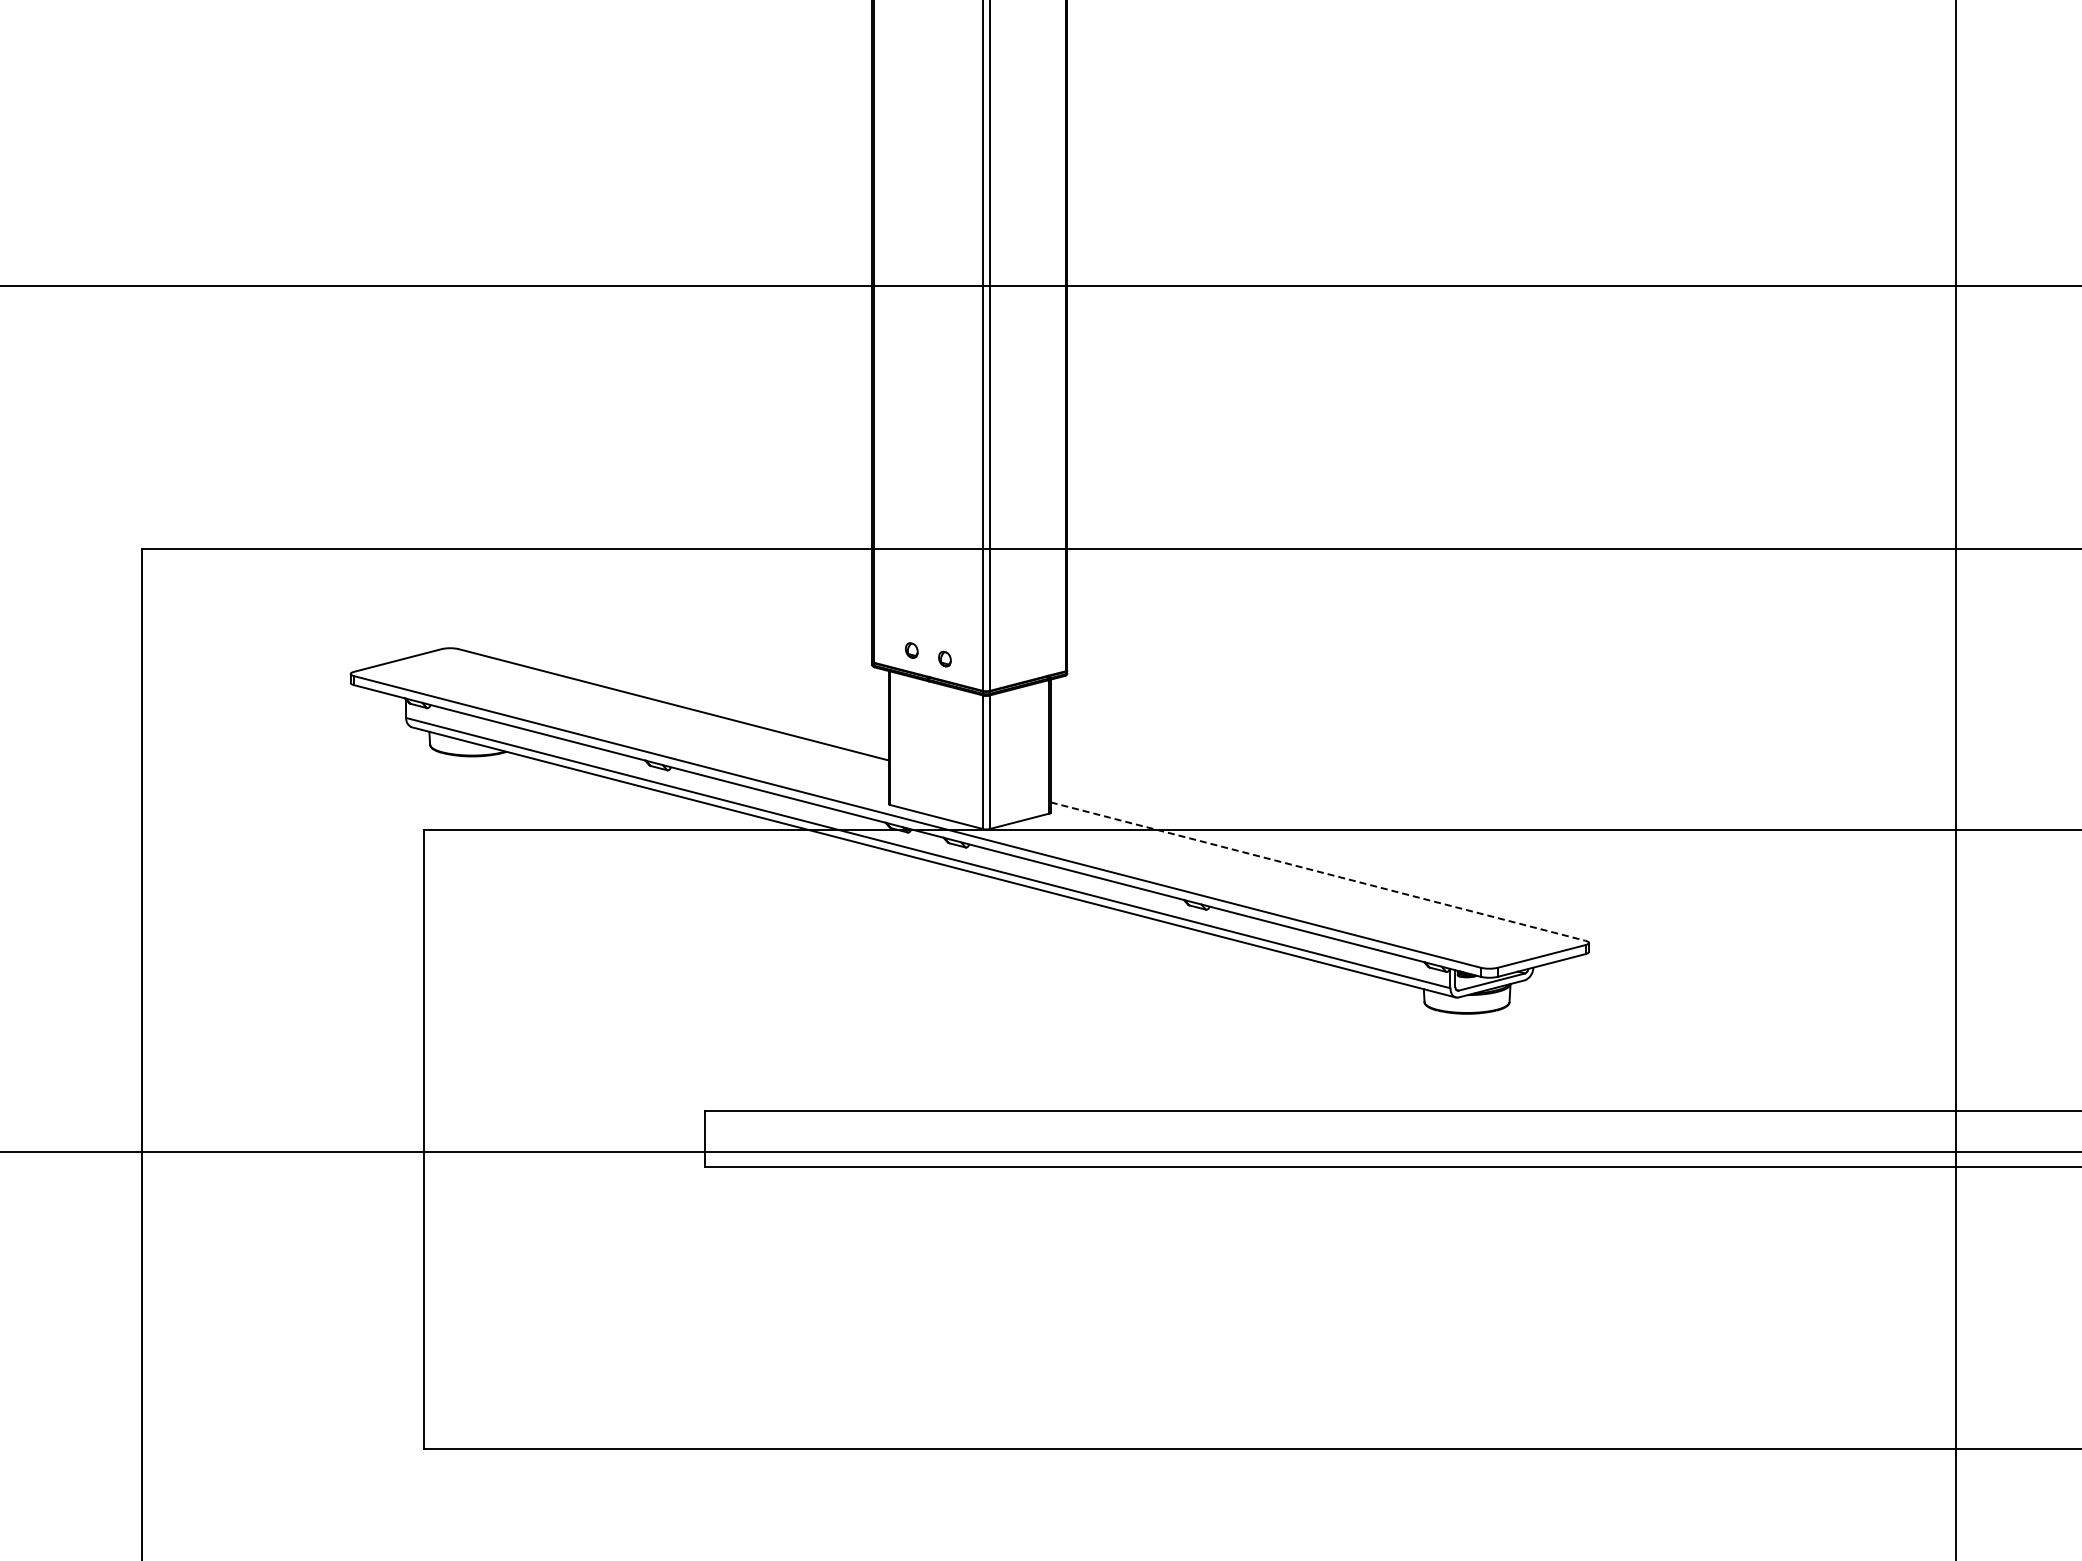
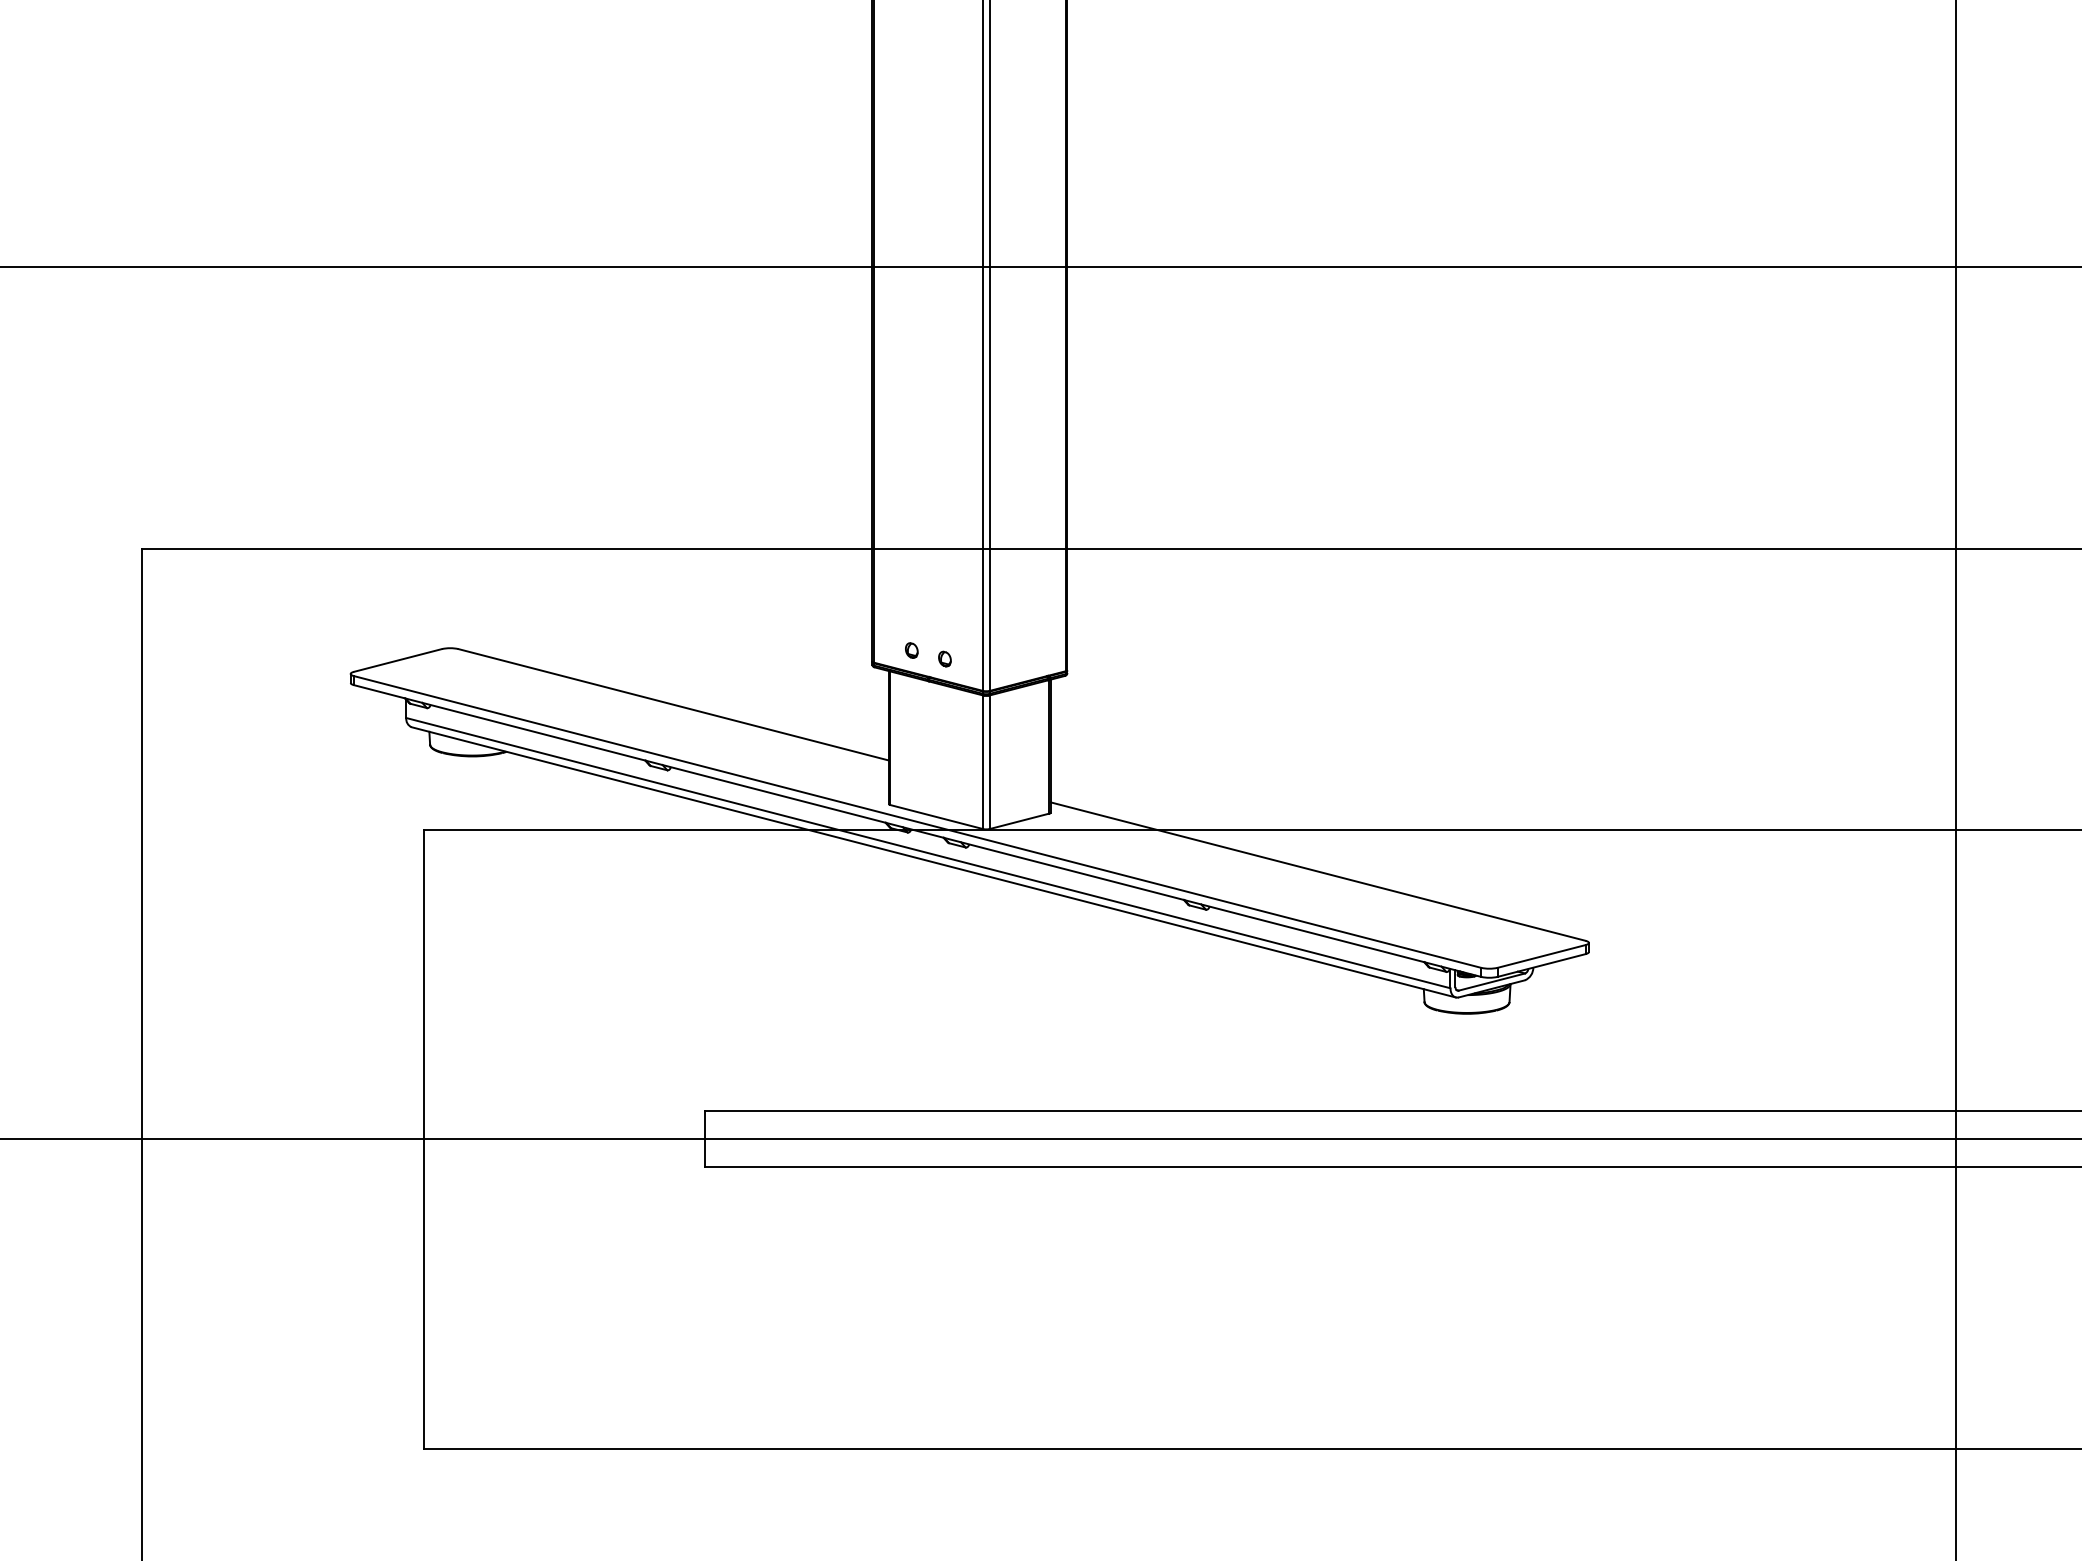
line at (1040, 286) position: (1040, 286) -> (1040, 267)
line at (1318, 871): dashed -> solid
line at (1040, 1152) position: (1040, 1152) -> (1040, 1139)
